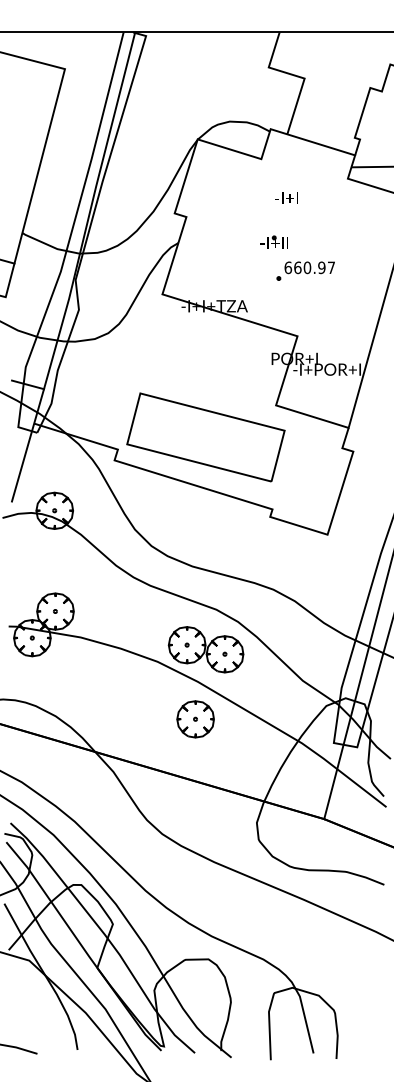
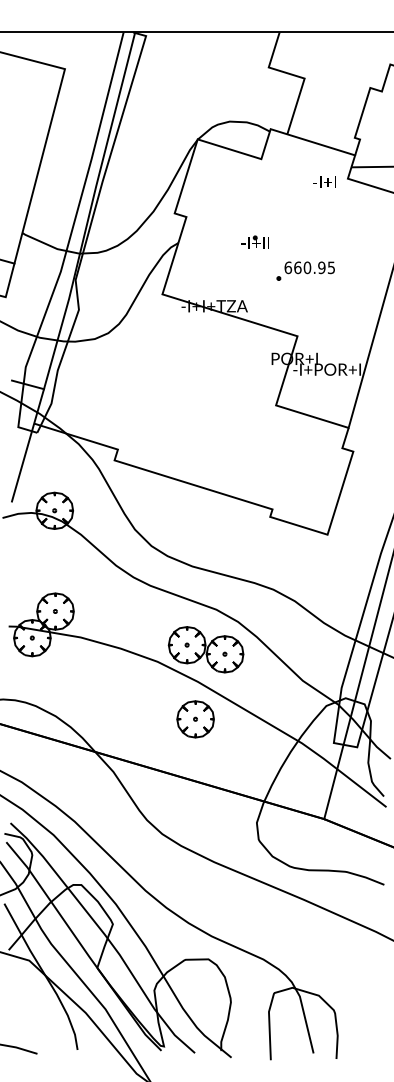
text at (286, 197) position: (286, 197) -> (324, 181)
part at (273, 241) position: (273, 241) -> (254, 241)
text at (330, 267): 660.97 -> 660.95
part at (205, 437): present -> none
